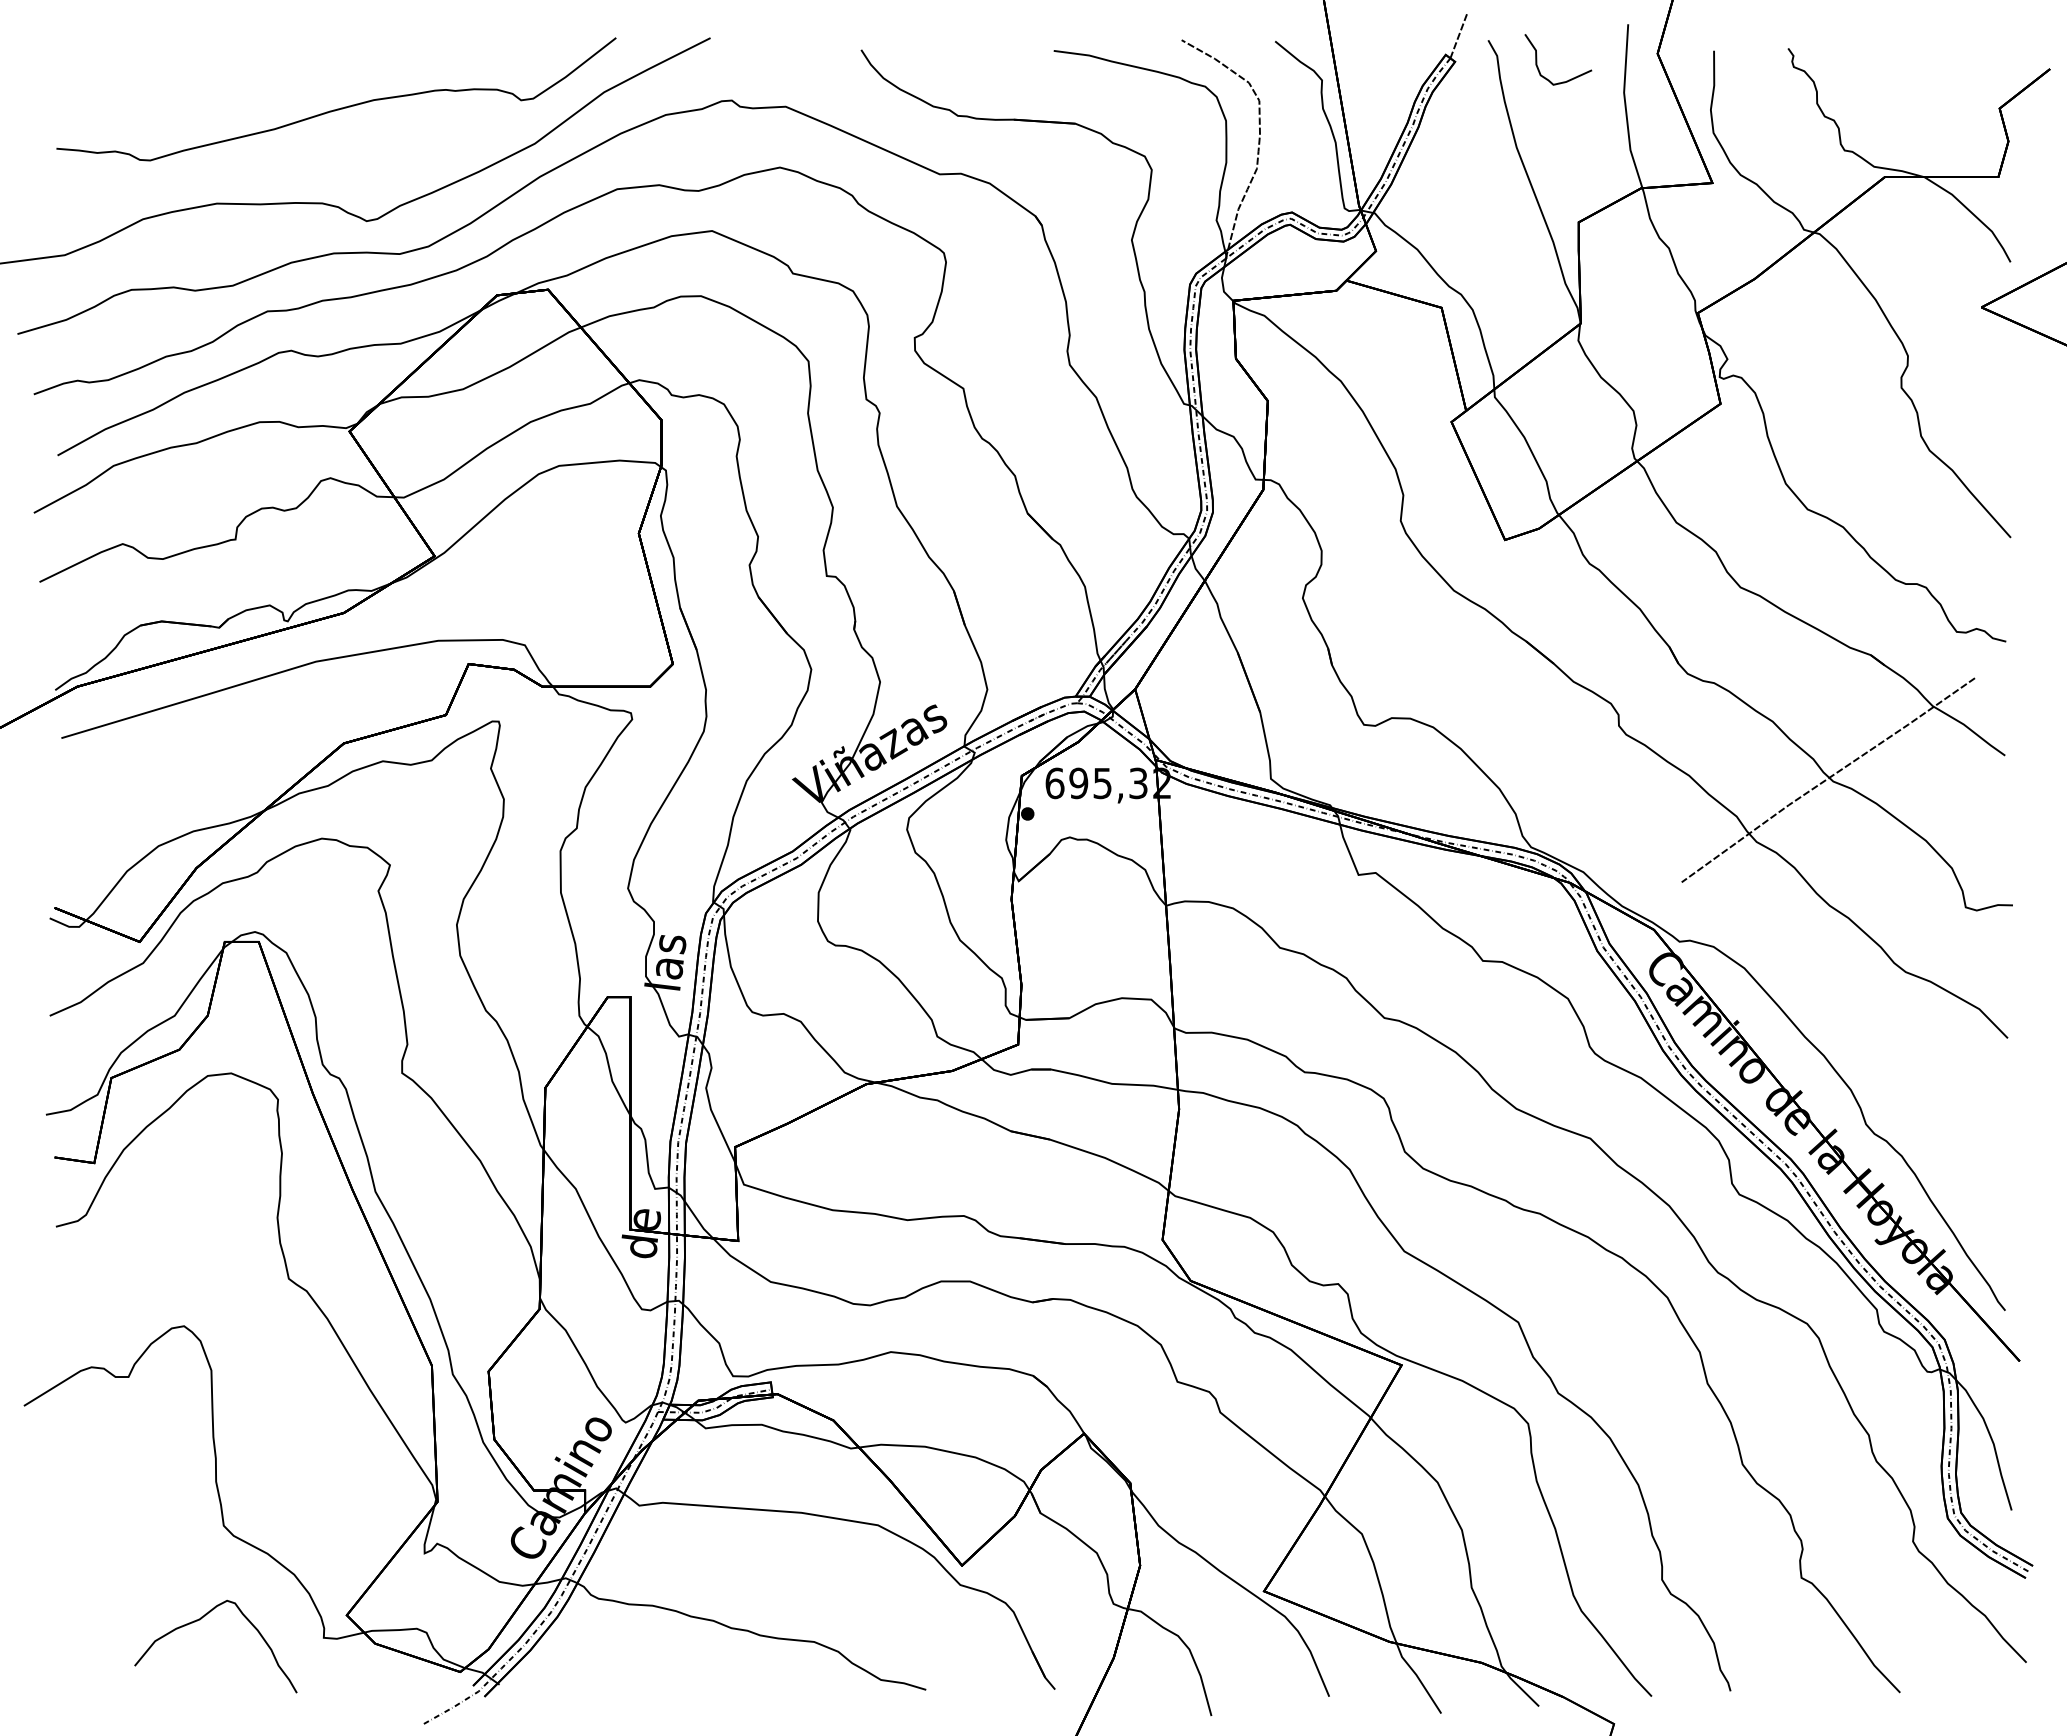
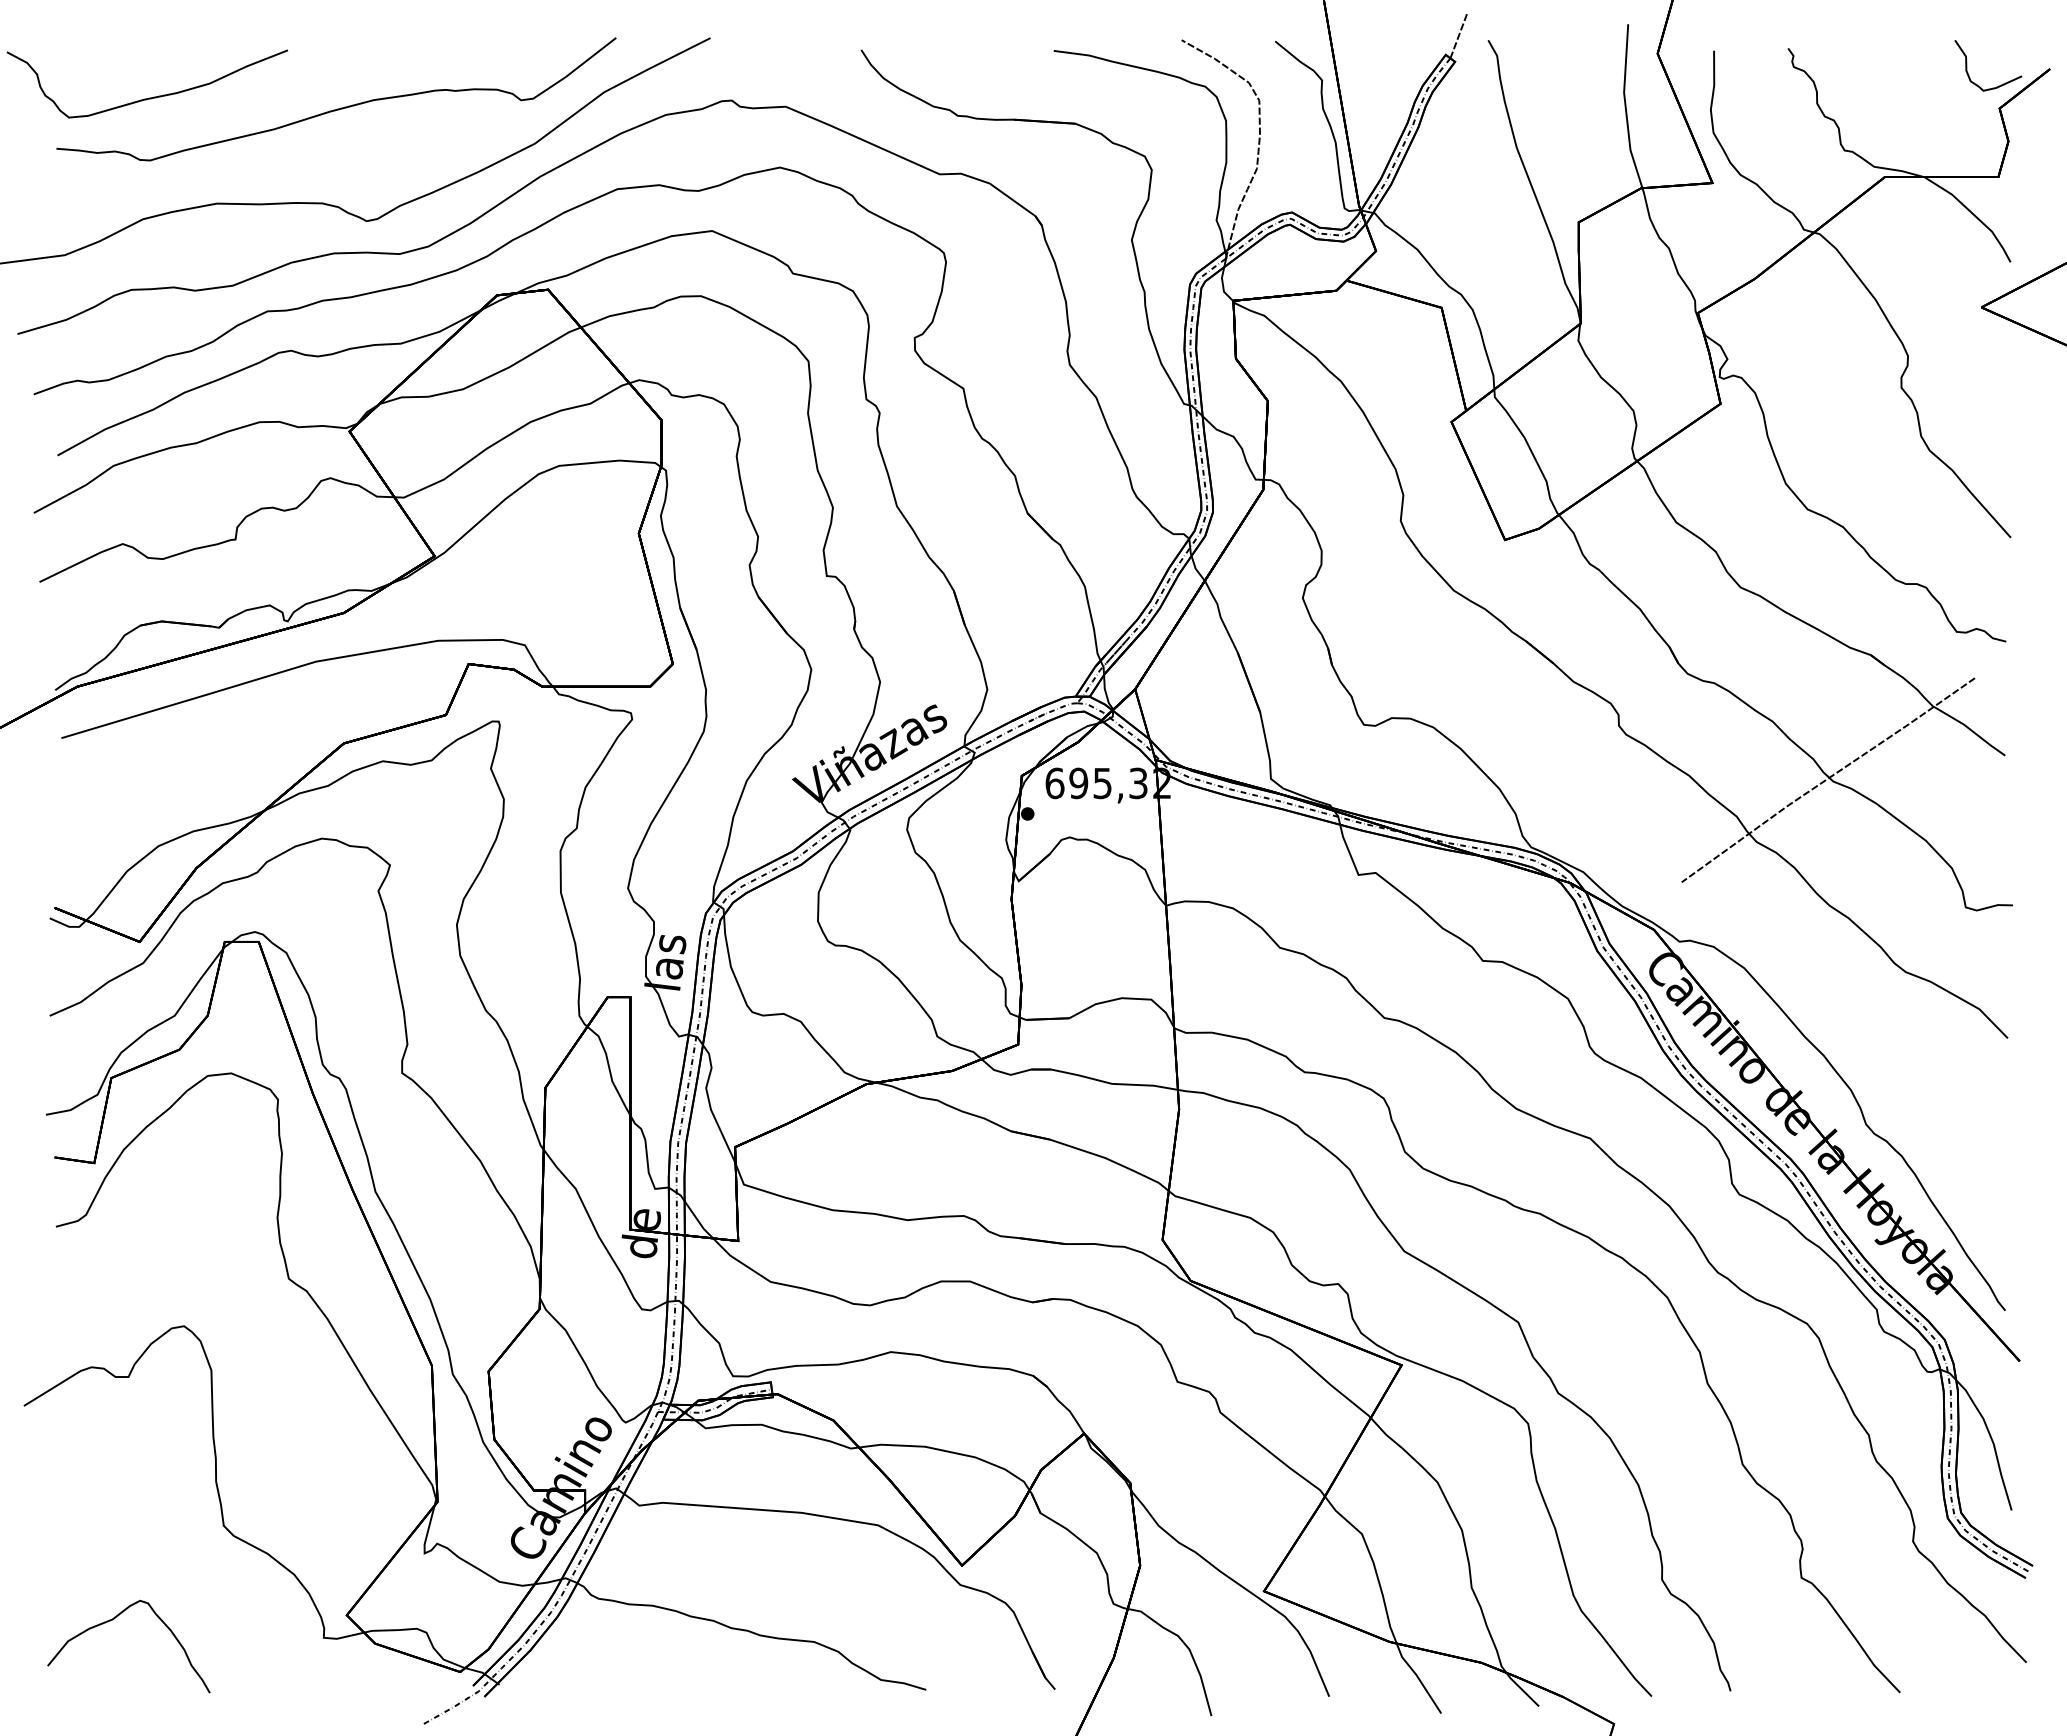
curve at (1537, 59) position: (1537, 59) -> (1967, 65)
curve at (148, 97): none -> present
curve at (201, 1619) position: (201, 1619) -> (114, 1619)
